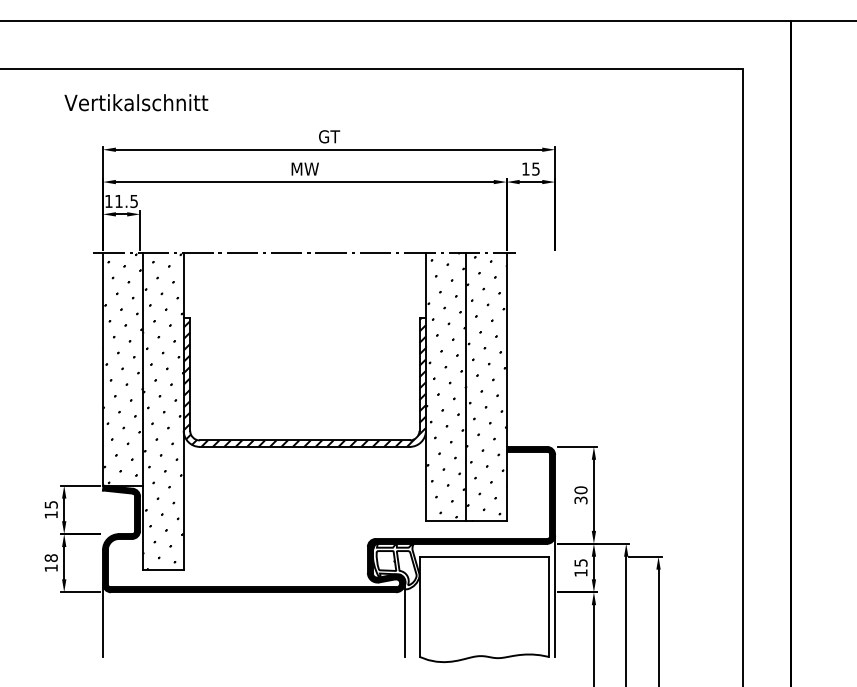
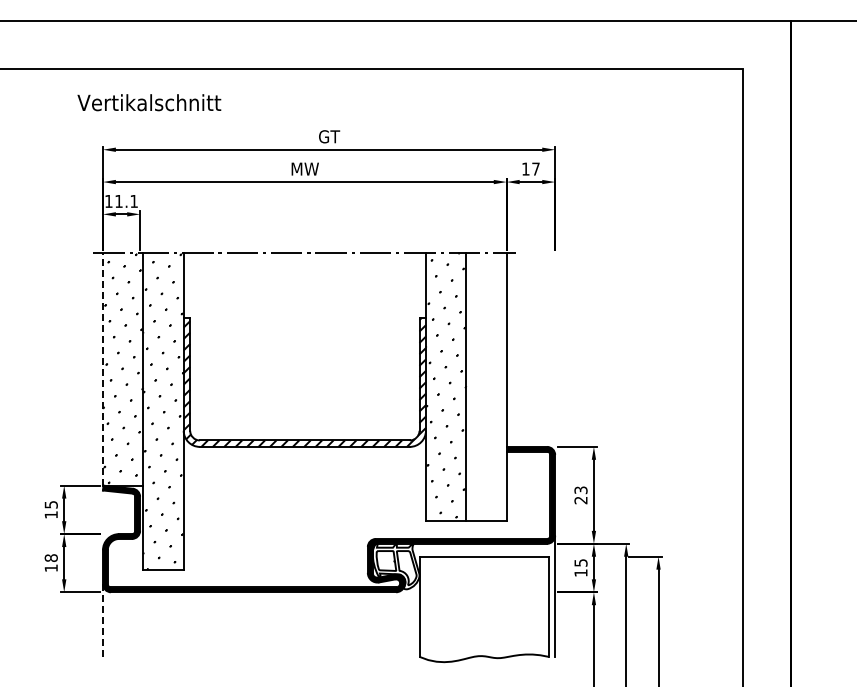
text at (136, 102) position: (136, 102) -> (149, 102)
text at (535, 168): 15 -> 17
text at (133, 201): 11.5 -> 11.1
line at (102, 368): solid -> dashed
hatch at (486, 388): present -> none
text at (580, 495): 30 -> 23
line at (404, 619): present -> none
line at (102, 621): solid -> dashed
